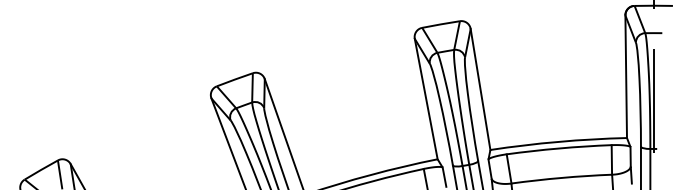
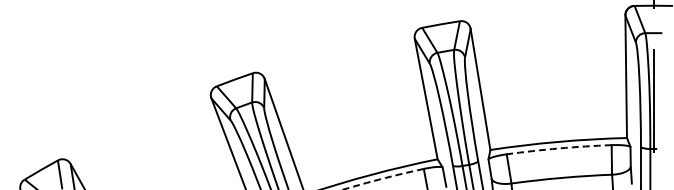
arc at (559, 148): solid -> dashed
arc at (382, 178): solid -> dashed
